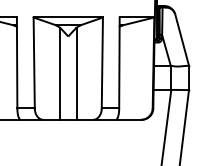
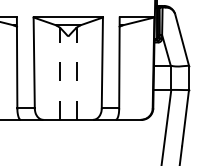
line at (59, 73): solid -> dashed
line at (76, 73): solid -> dashed
